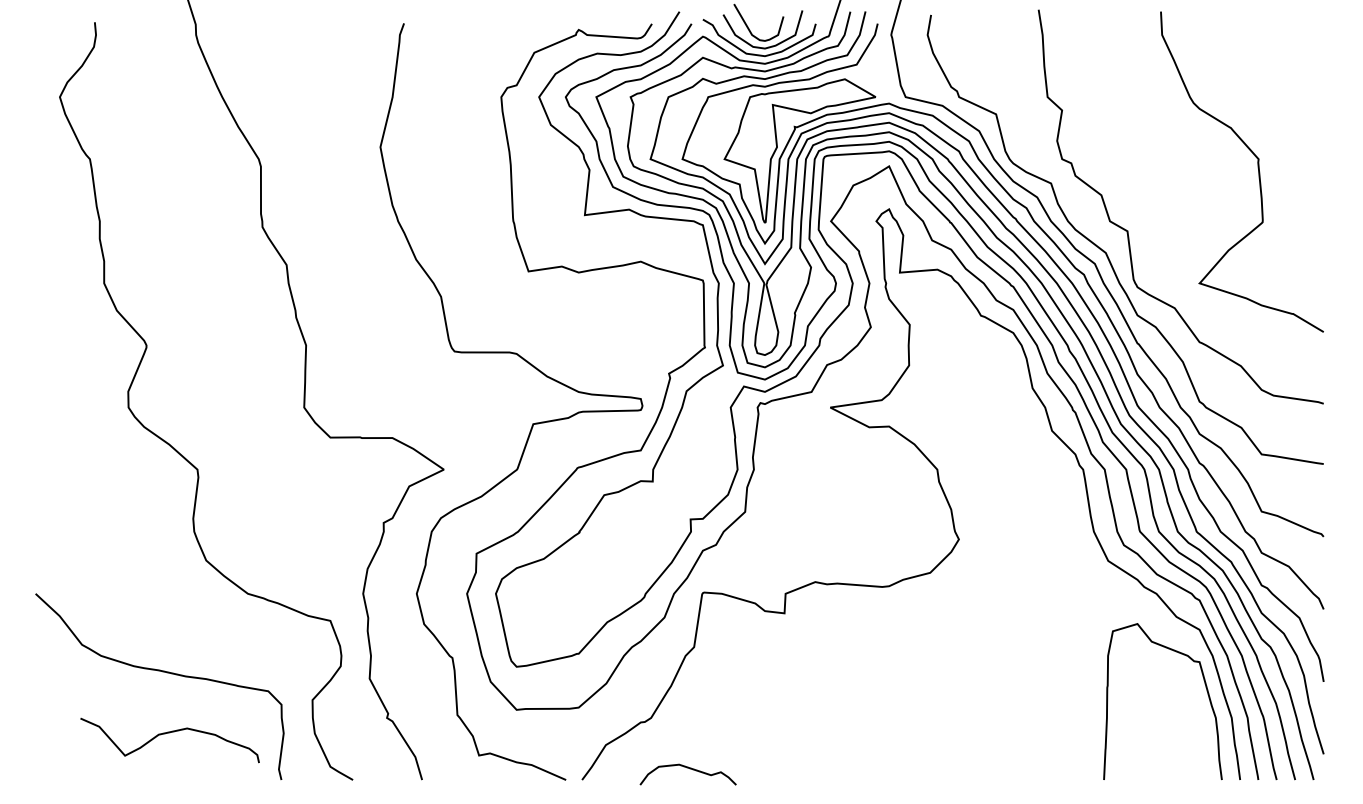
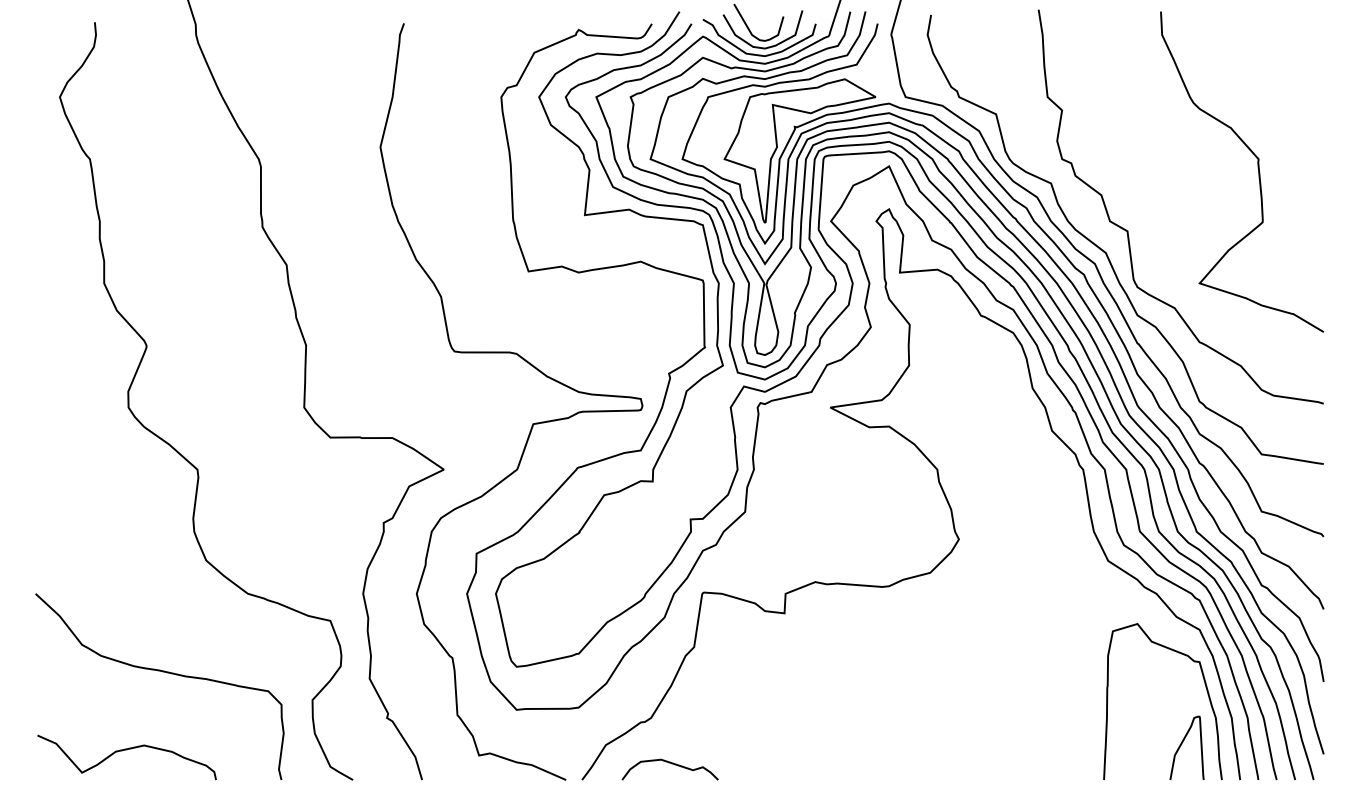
curve at (169, 733) position: (169, 733) -> (126, 750)
curve at (1182, 744): none -> present
curve at (690, 769) position: (690, 769) -> (672, 764)
